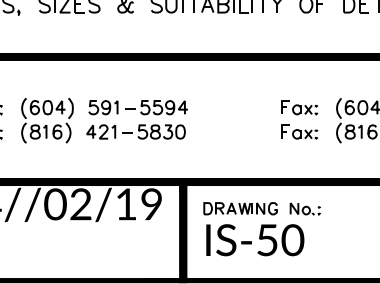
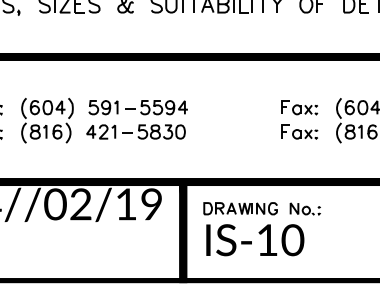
text at (267, 240): IS-50 -> IS-10
